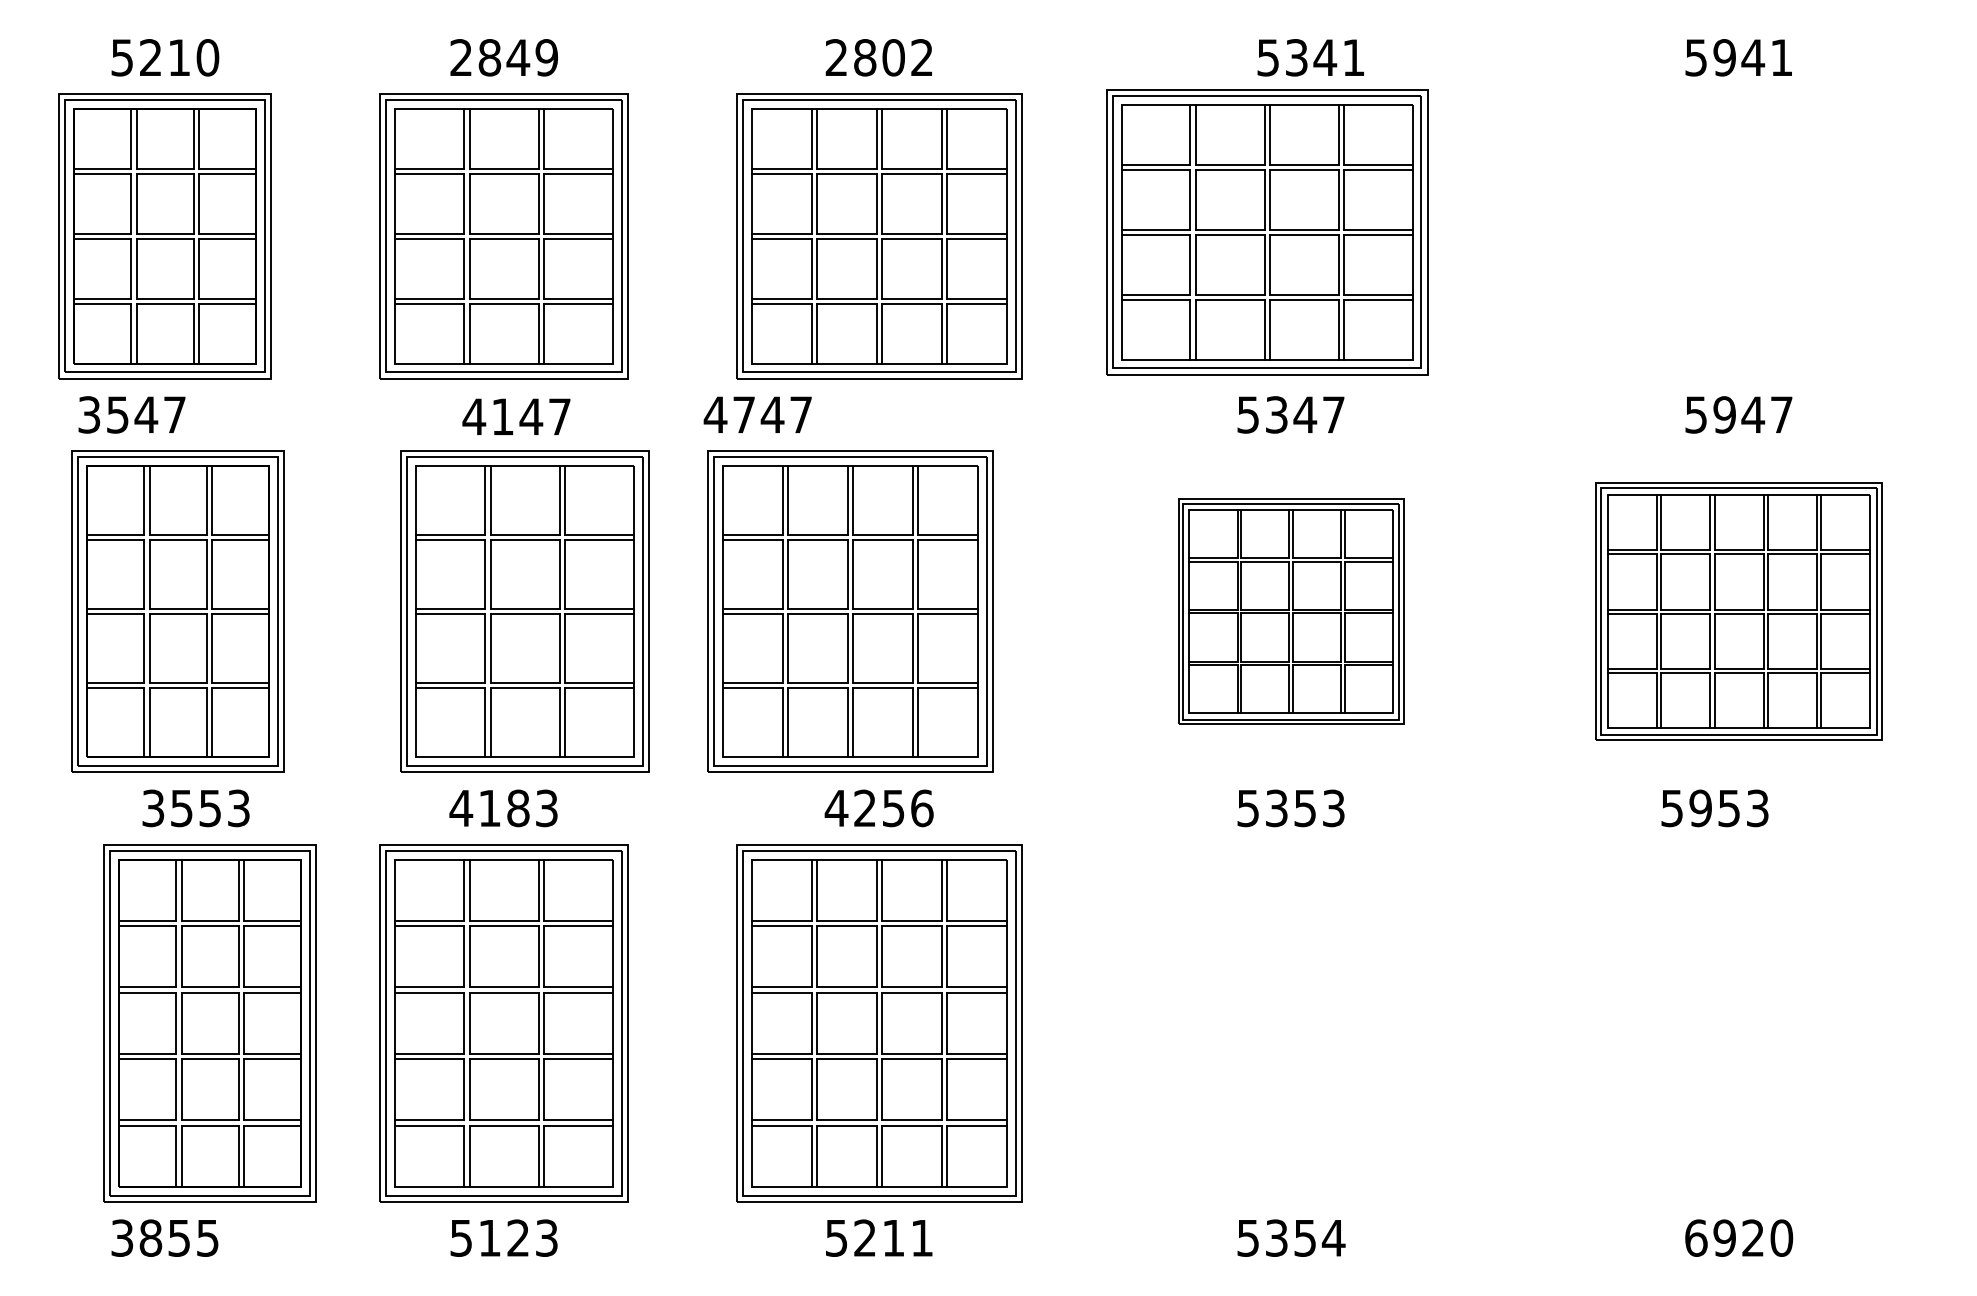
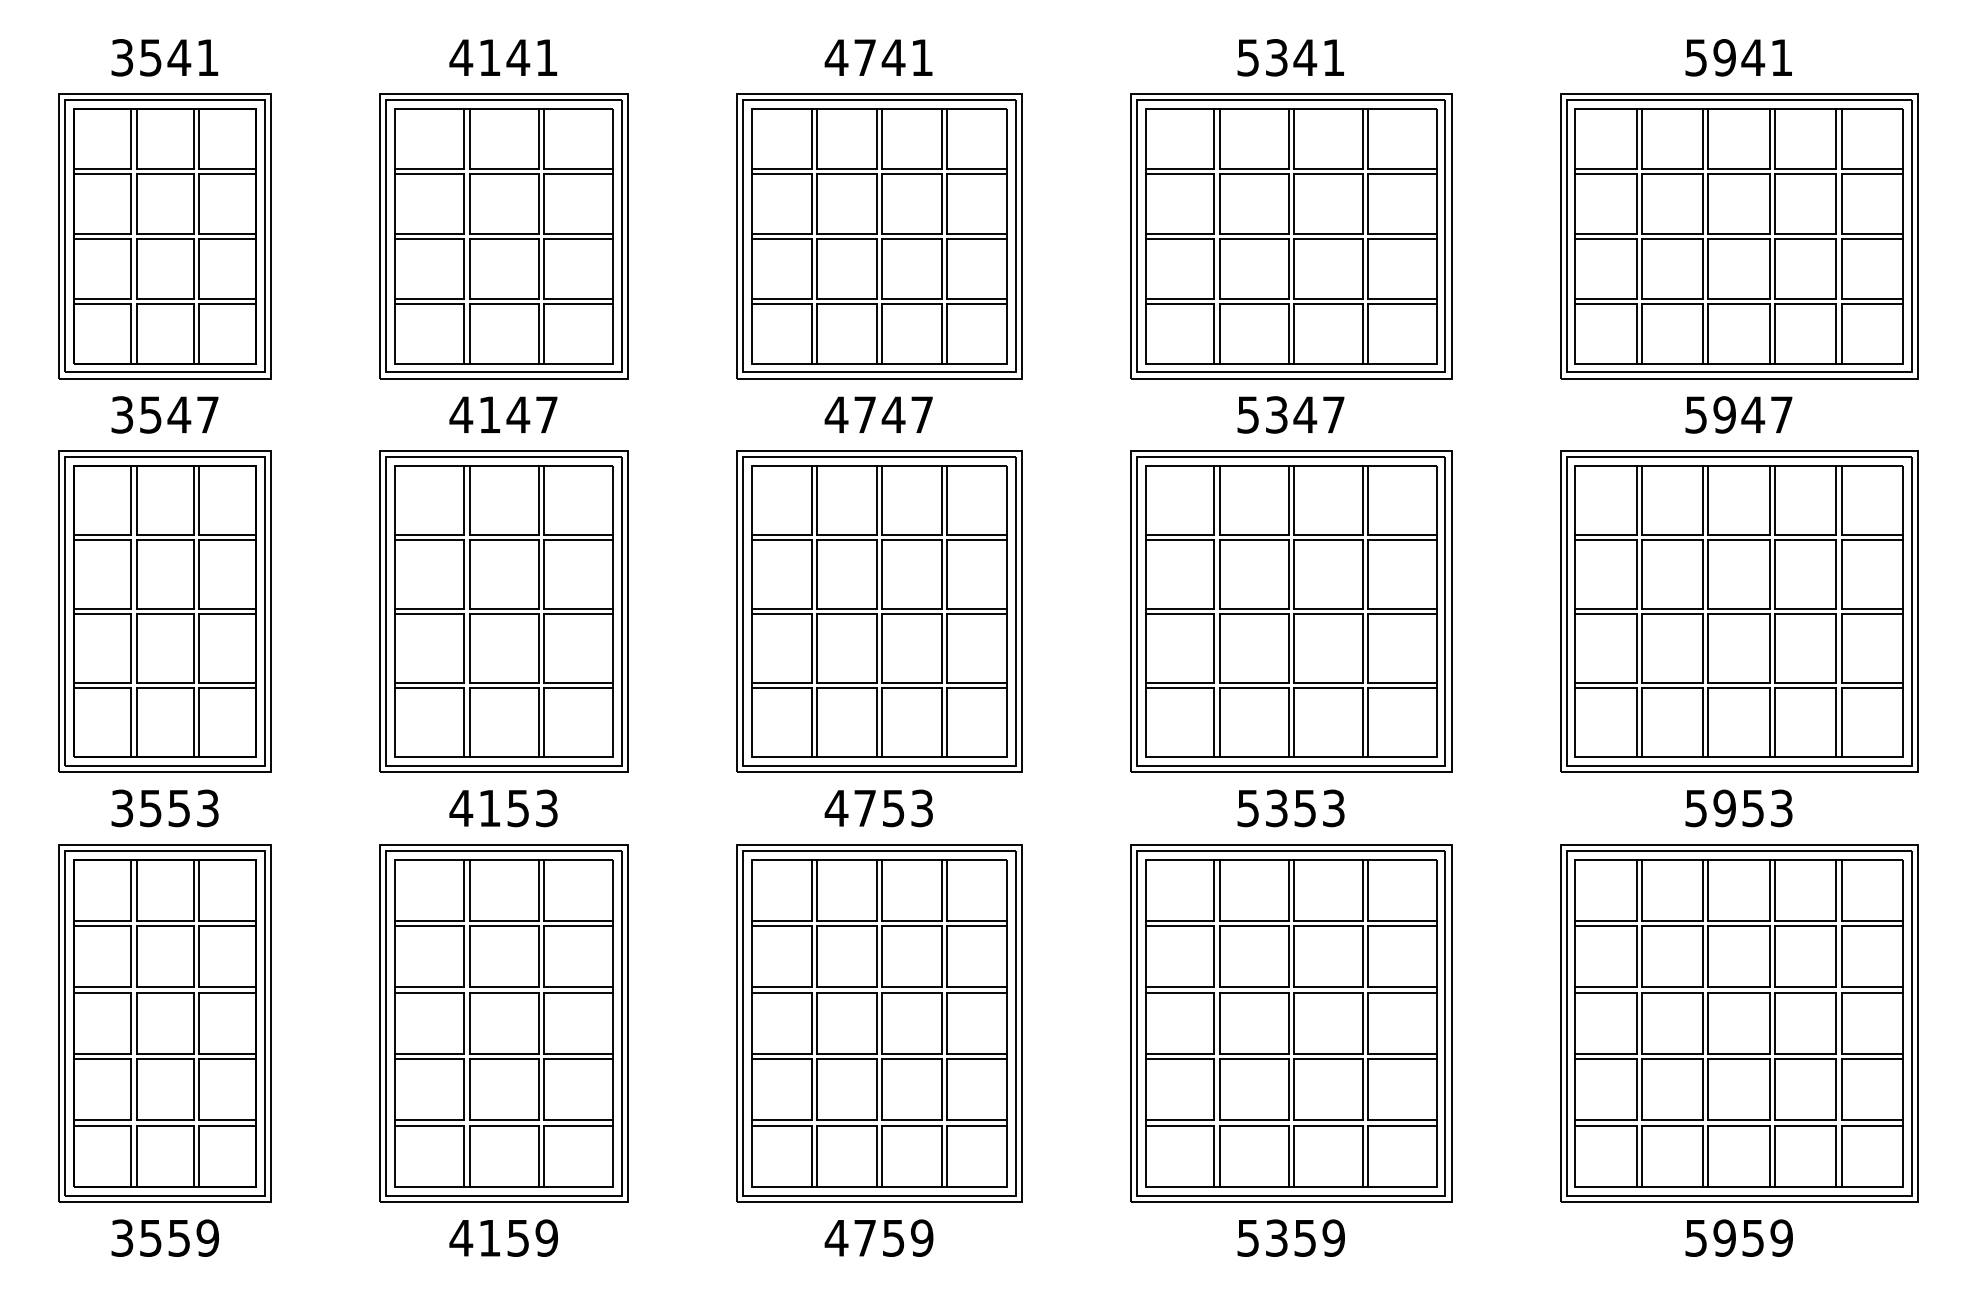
text at (165, 57): 5210 -> 3541
text at (503, 57): 2849 -> 4141
text at (878, 57): 2802 -> 4741
text at (1310, 57) position: (1310, 57) -> (1290, 57)
part at (1267, 232) position: (1267, 232) -> (1291, 236)
part at (1739, 236): none -> present
text at (131, 414) position: (131, 414) -> (164, 414)
text at (757, 414) position: (757, 414) -> (878, 414)
text at (516, 416) position: (516, 416) -> (503, 414)
part at (177, 611) position: (177, 611) -> (164, 611)
part at (524, 611) position: (524, 611) -> (503, 611)
part at (850, 611) position: (850, 611) -> (879, 611)
part at (1291, 611) size: 227x227 px -> 323x323 px
part at (1738, 611) size: 288x259 px -> 359x323 px
text at (195, 808) position: (195, 808) -> (164, 808)
text at (518, 808): 4183 -> 4153
text at (893, 808): 4256 -> 4753
text at (1714, 808) position: (1714, 808) -> (1738, 808)
part at (209, 1023) position: (209, 1023) -> (164, 1023)
part at (1291, 1023): none -> present
part at (1739, 1023): none -> present
text at (179, 1237): 3855 -> 3559
text at (503, 1237): 5123 -> 4159
text at (878, 1237): 5211 -> 4759
text at (1333, 1237): 5354 -> 5359
text at (1739, 1237): 6920 -> 5959
